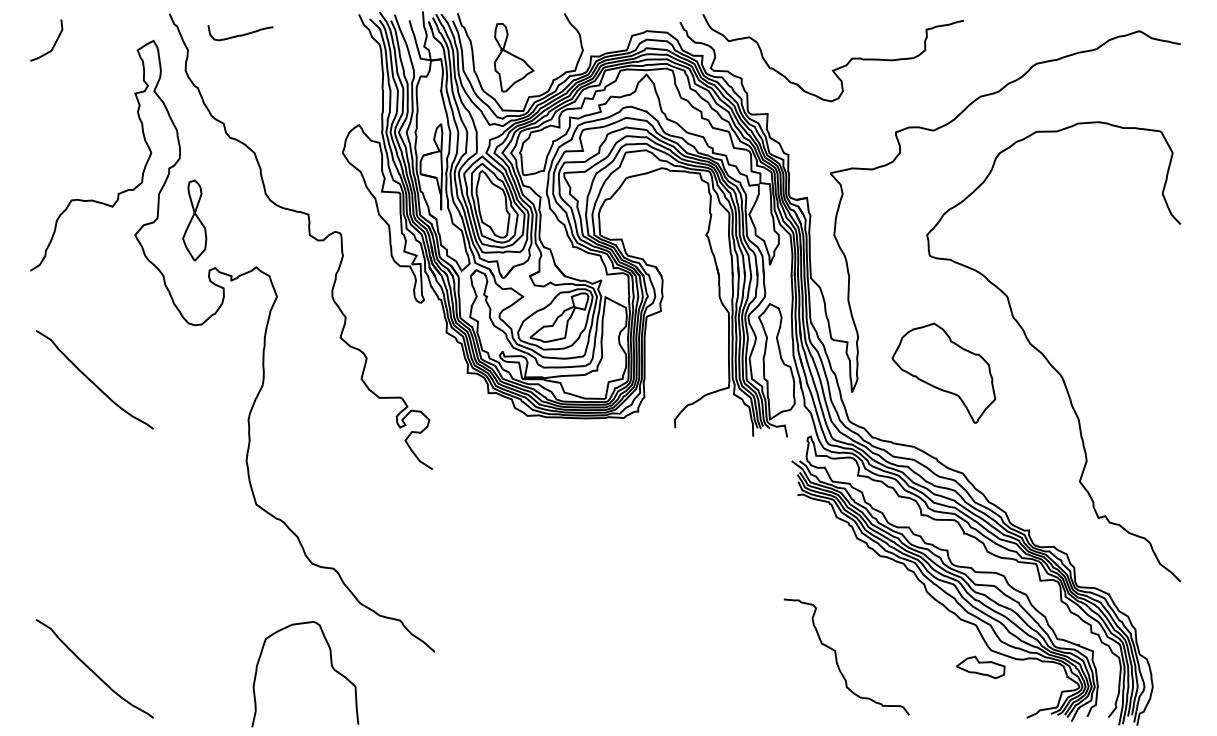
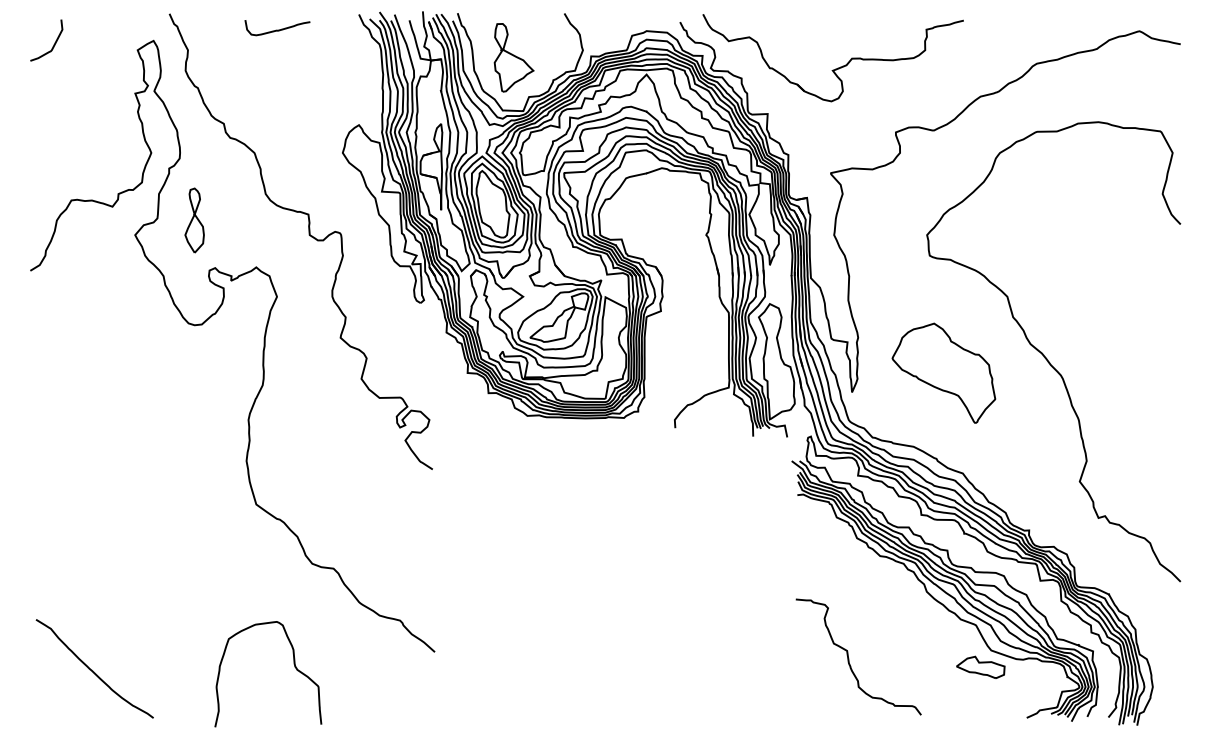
curve at (240, 34) position: (240, 34) -> (277, 29)
part at (194, 220) size: 26x83 px -> 21x67 px
curve at (93, 381): present -> none
curve at (837, 658) position: (837, 658) -> (849, 658)
curve at (330, 664) position: (330, 664) -> (293, 664)
